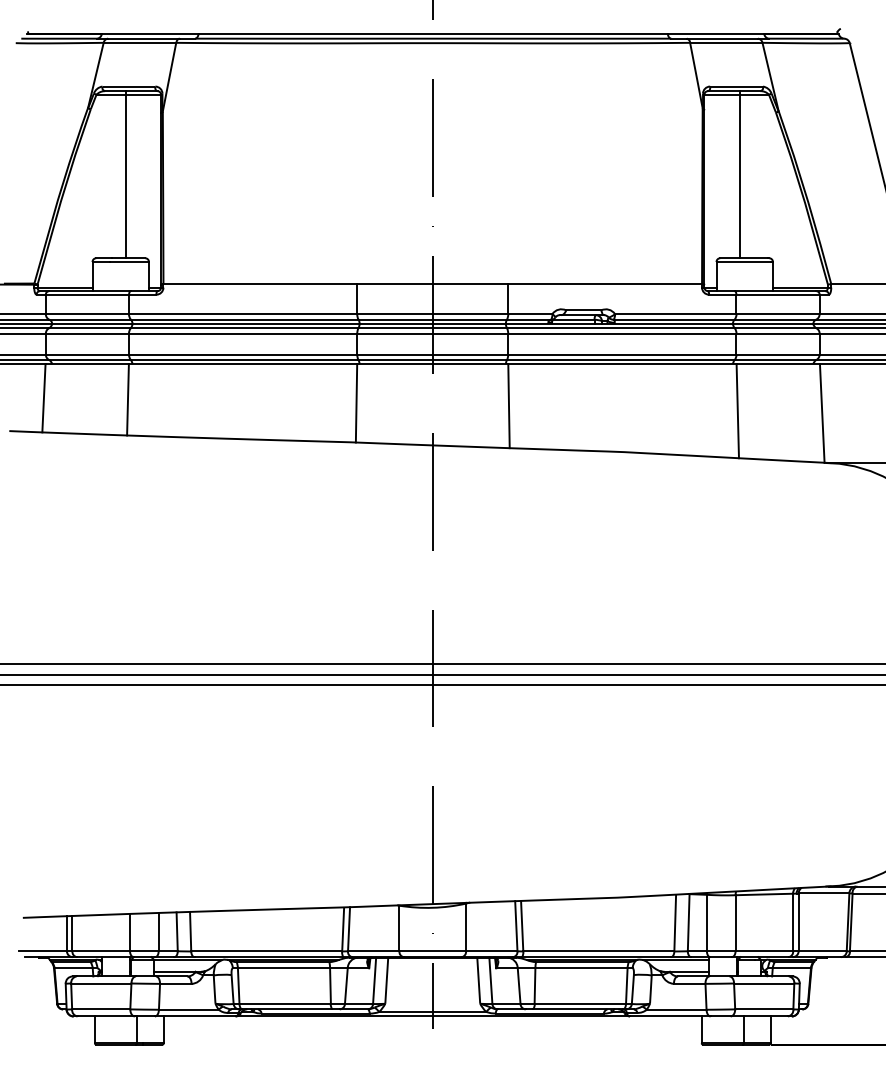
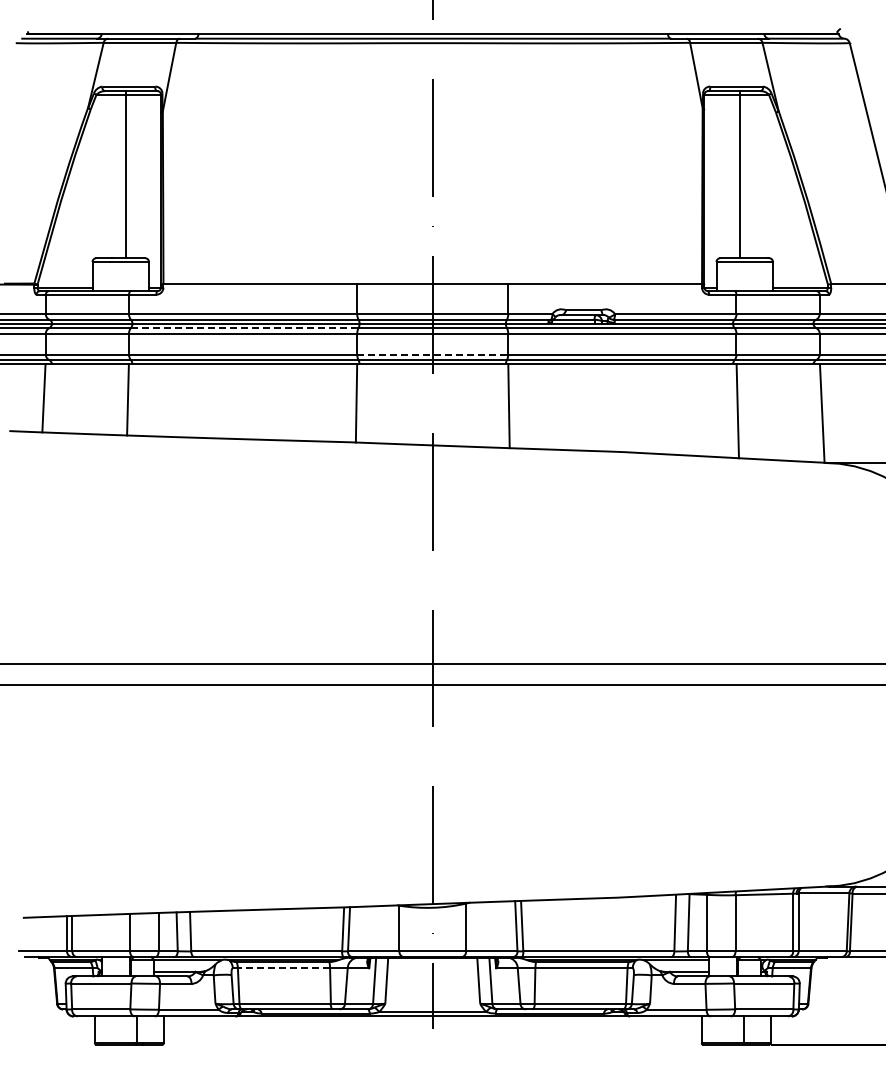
line at (244, 328): solid -> dashed
line at (433, 354): solid -> dashed
line at (442, 674): present -> none
line at (283, 968): solid -> dashed
